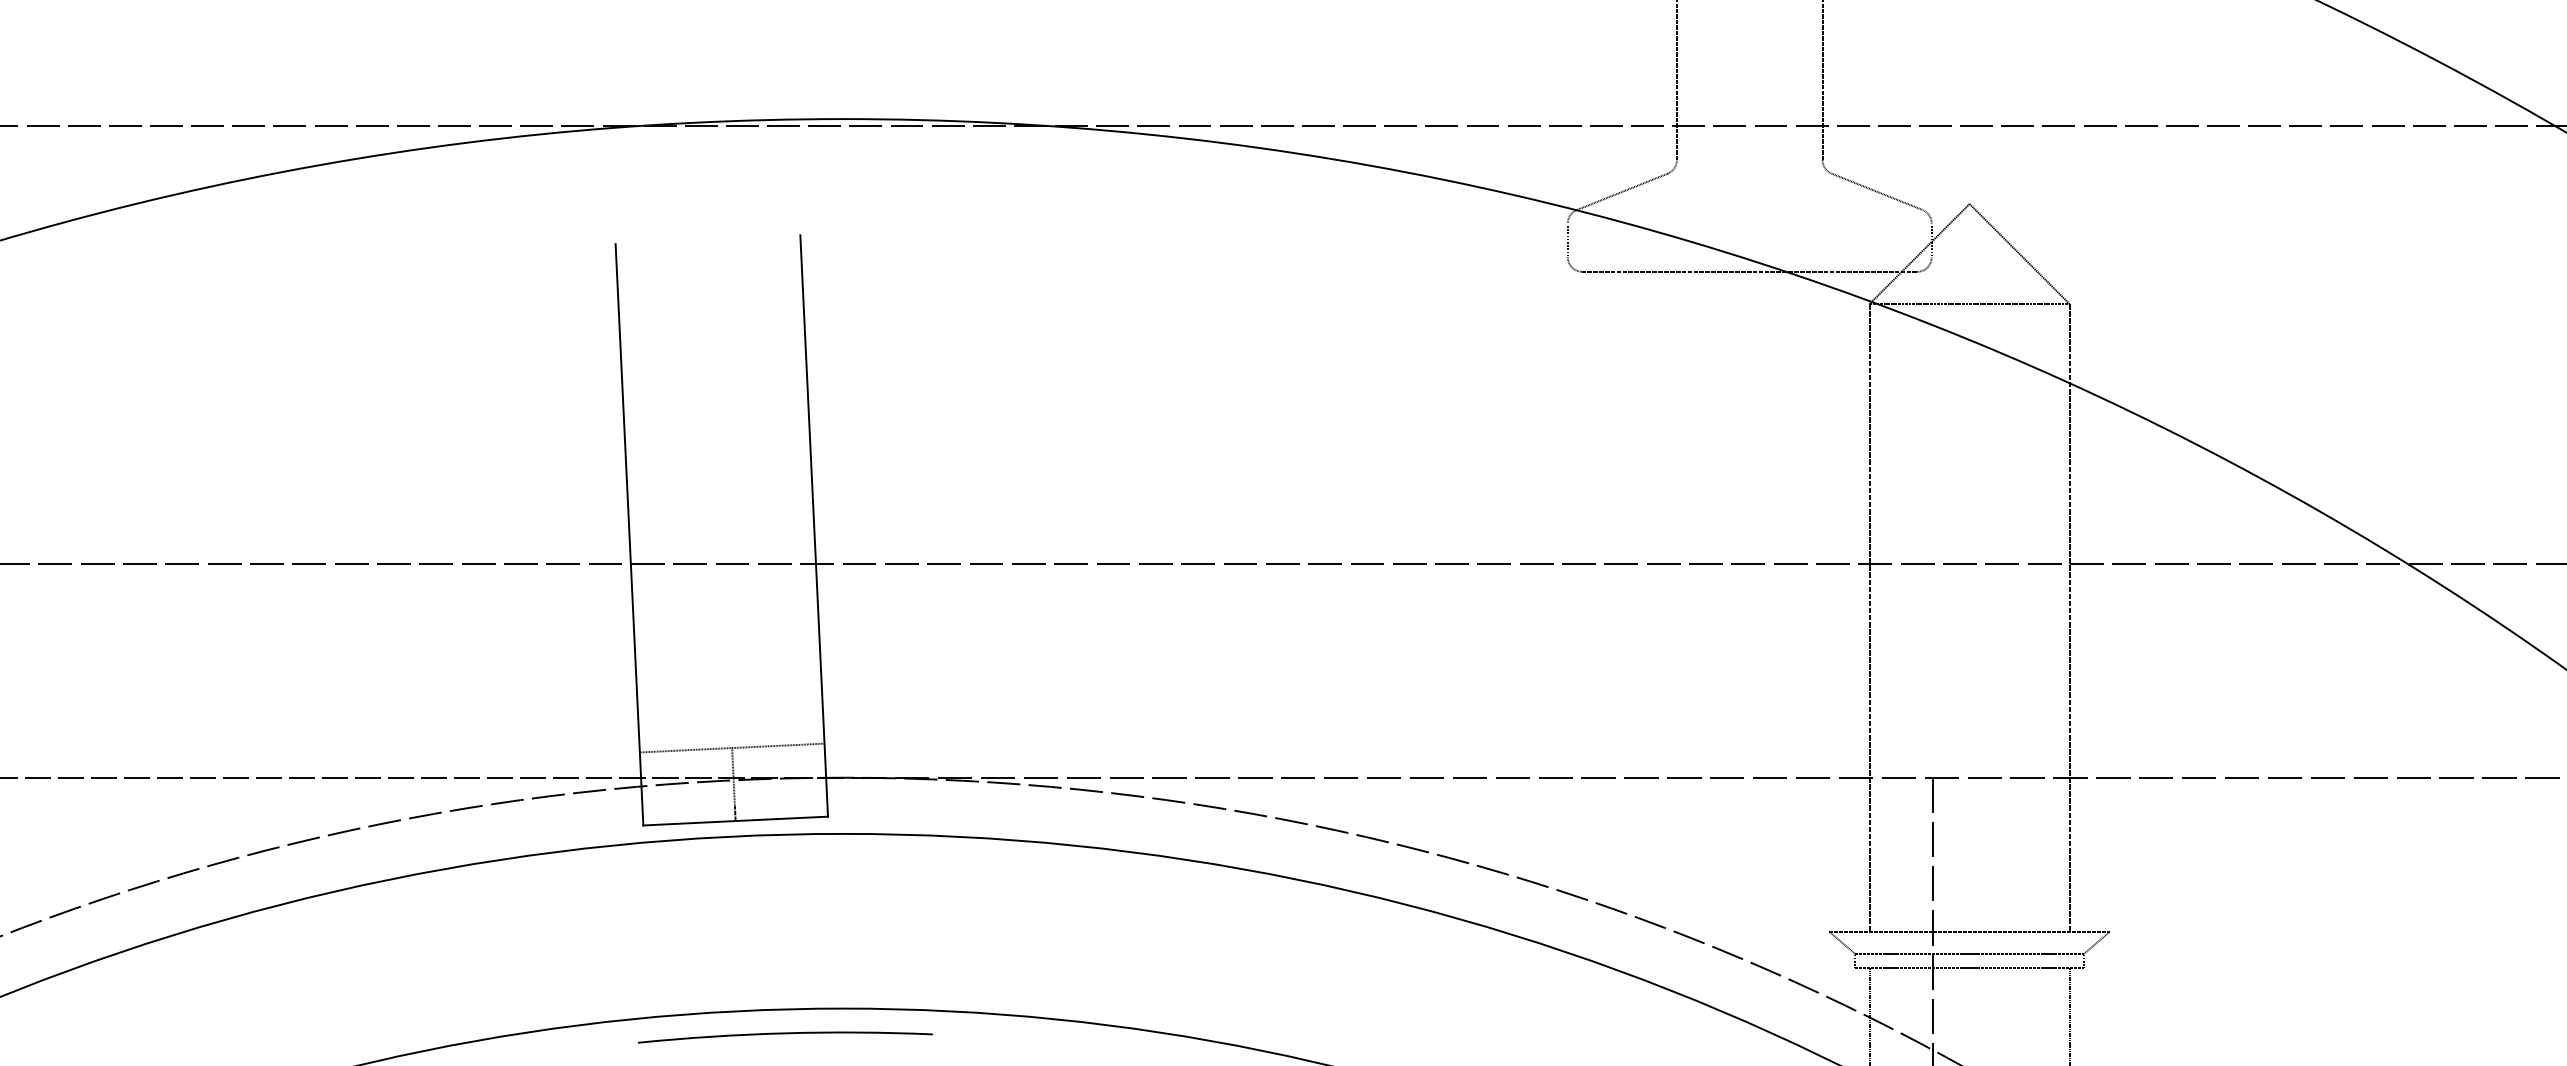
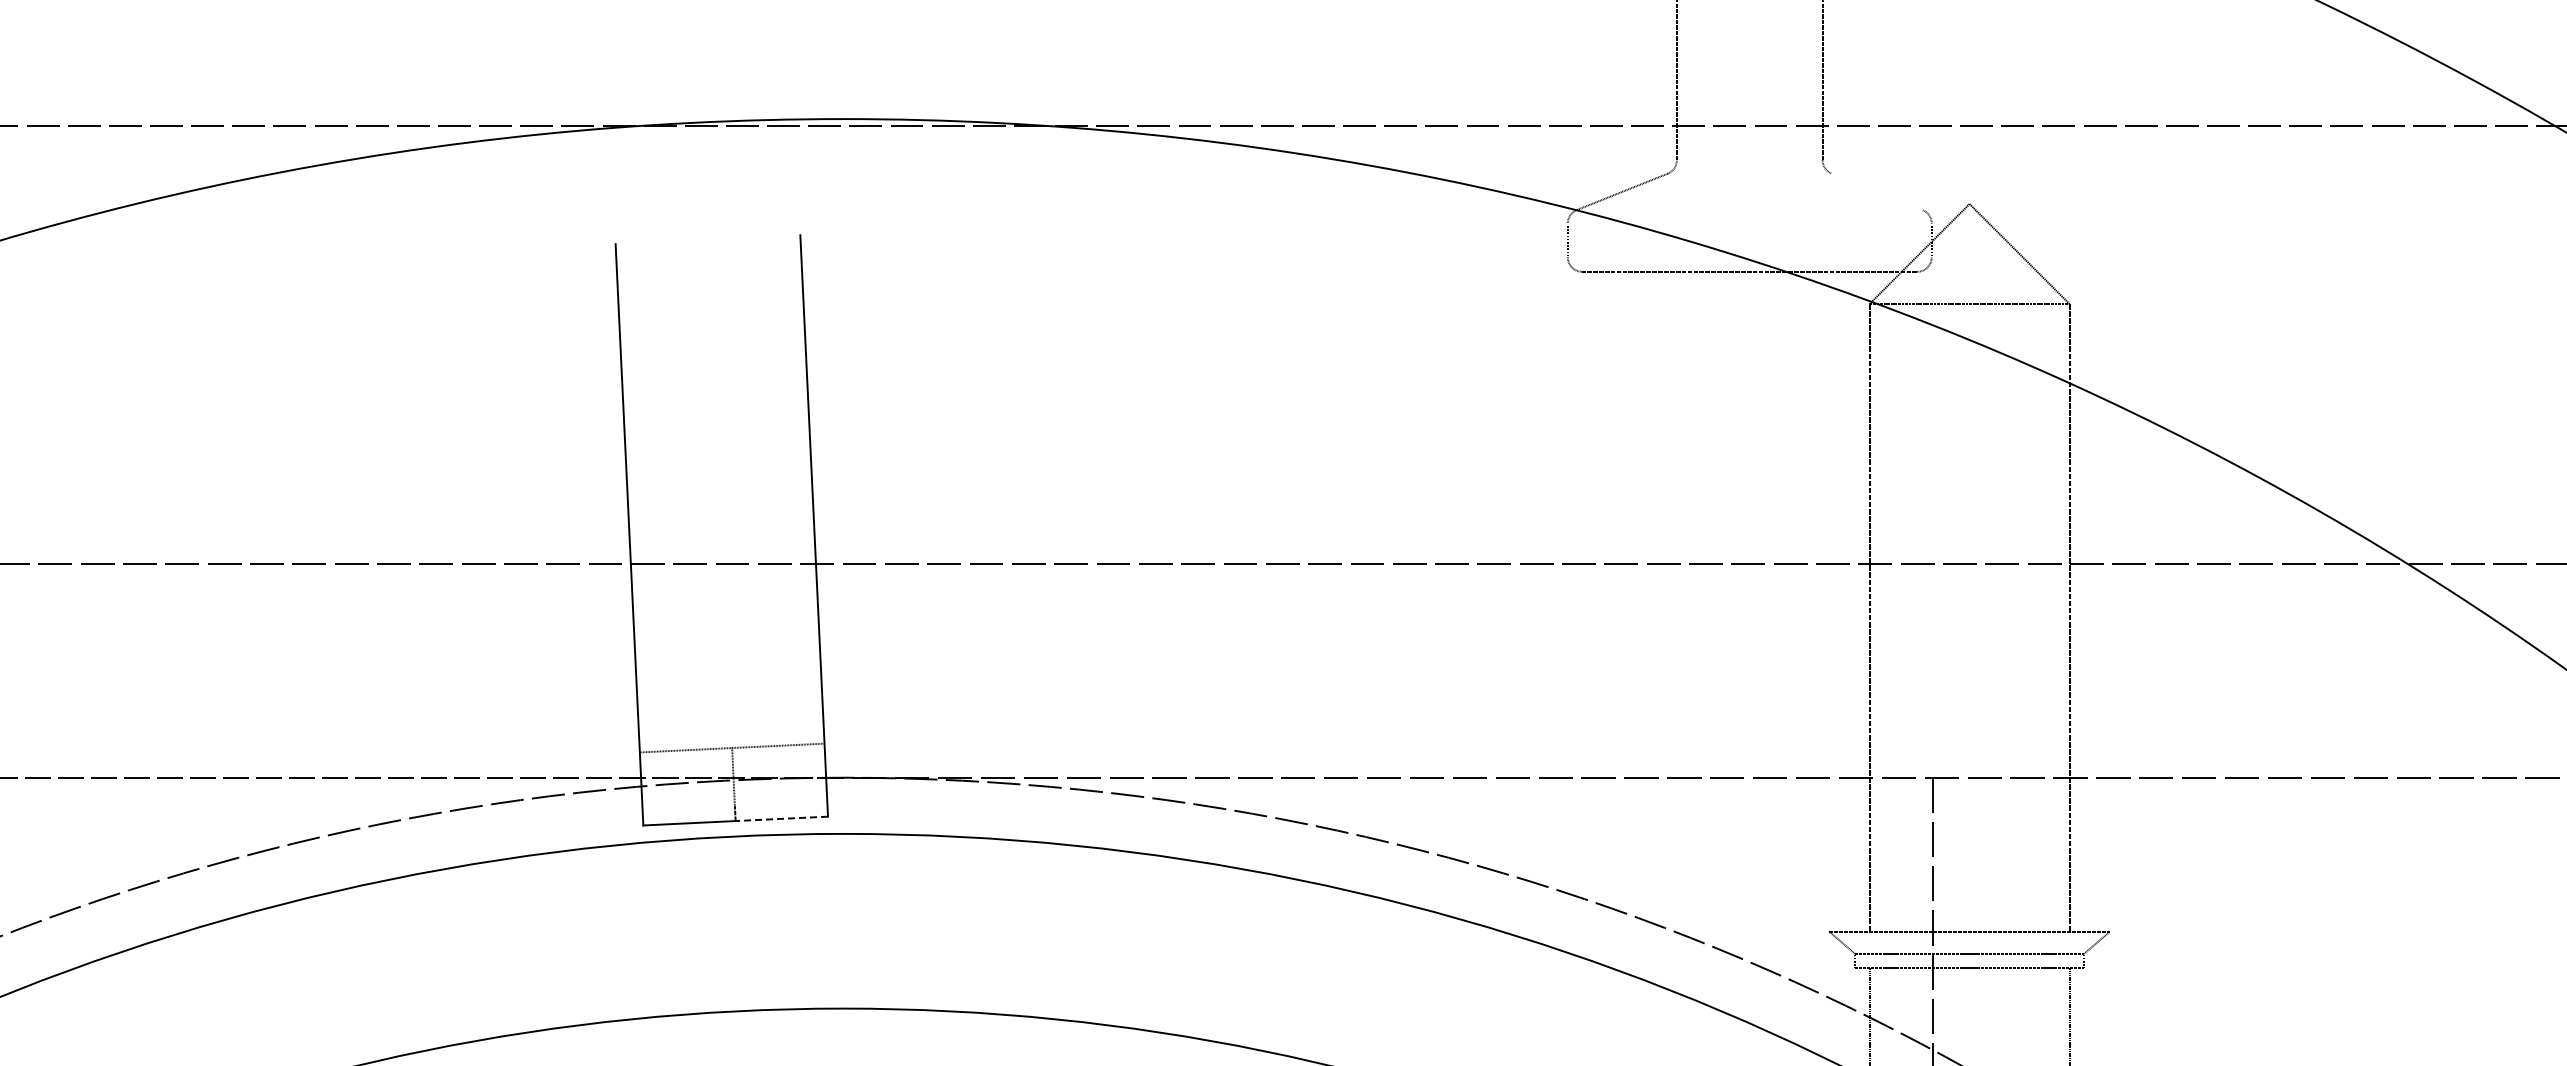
line at (1876, 191): present -> none
line at (781, 818): solid -> dashed
arc at (785, 1034): present -> none
